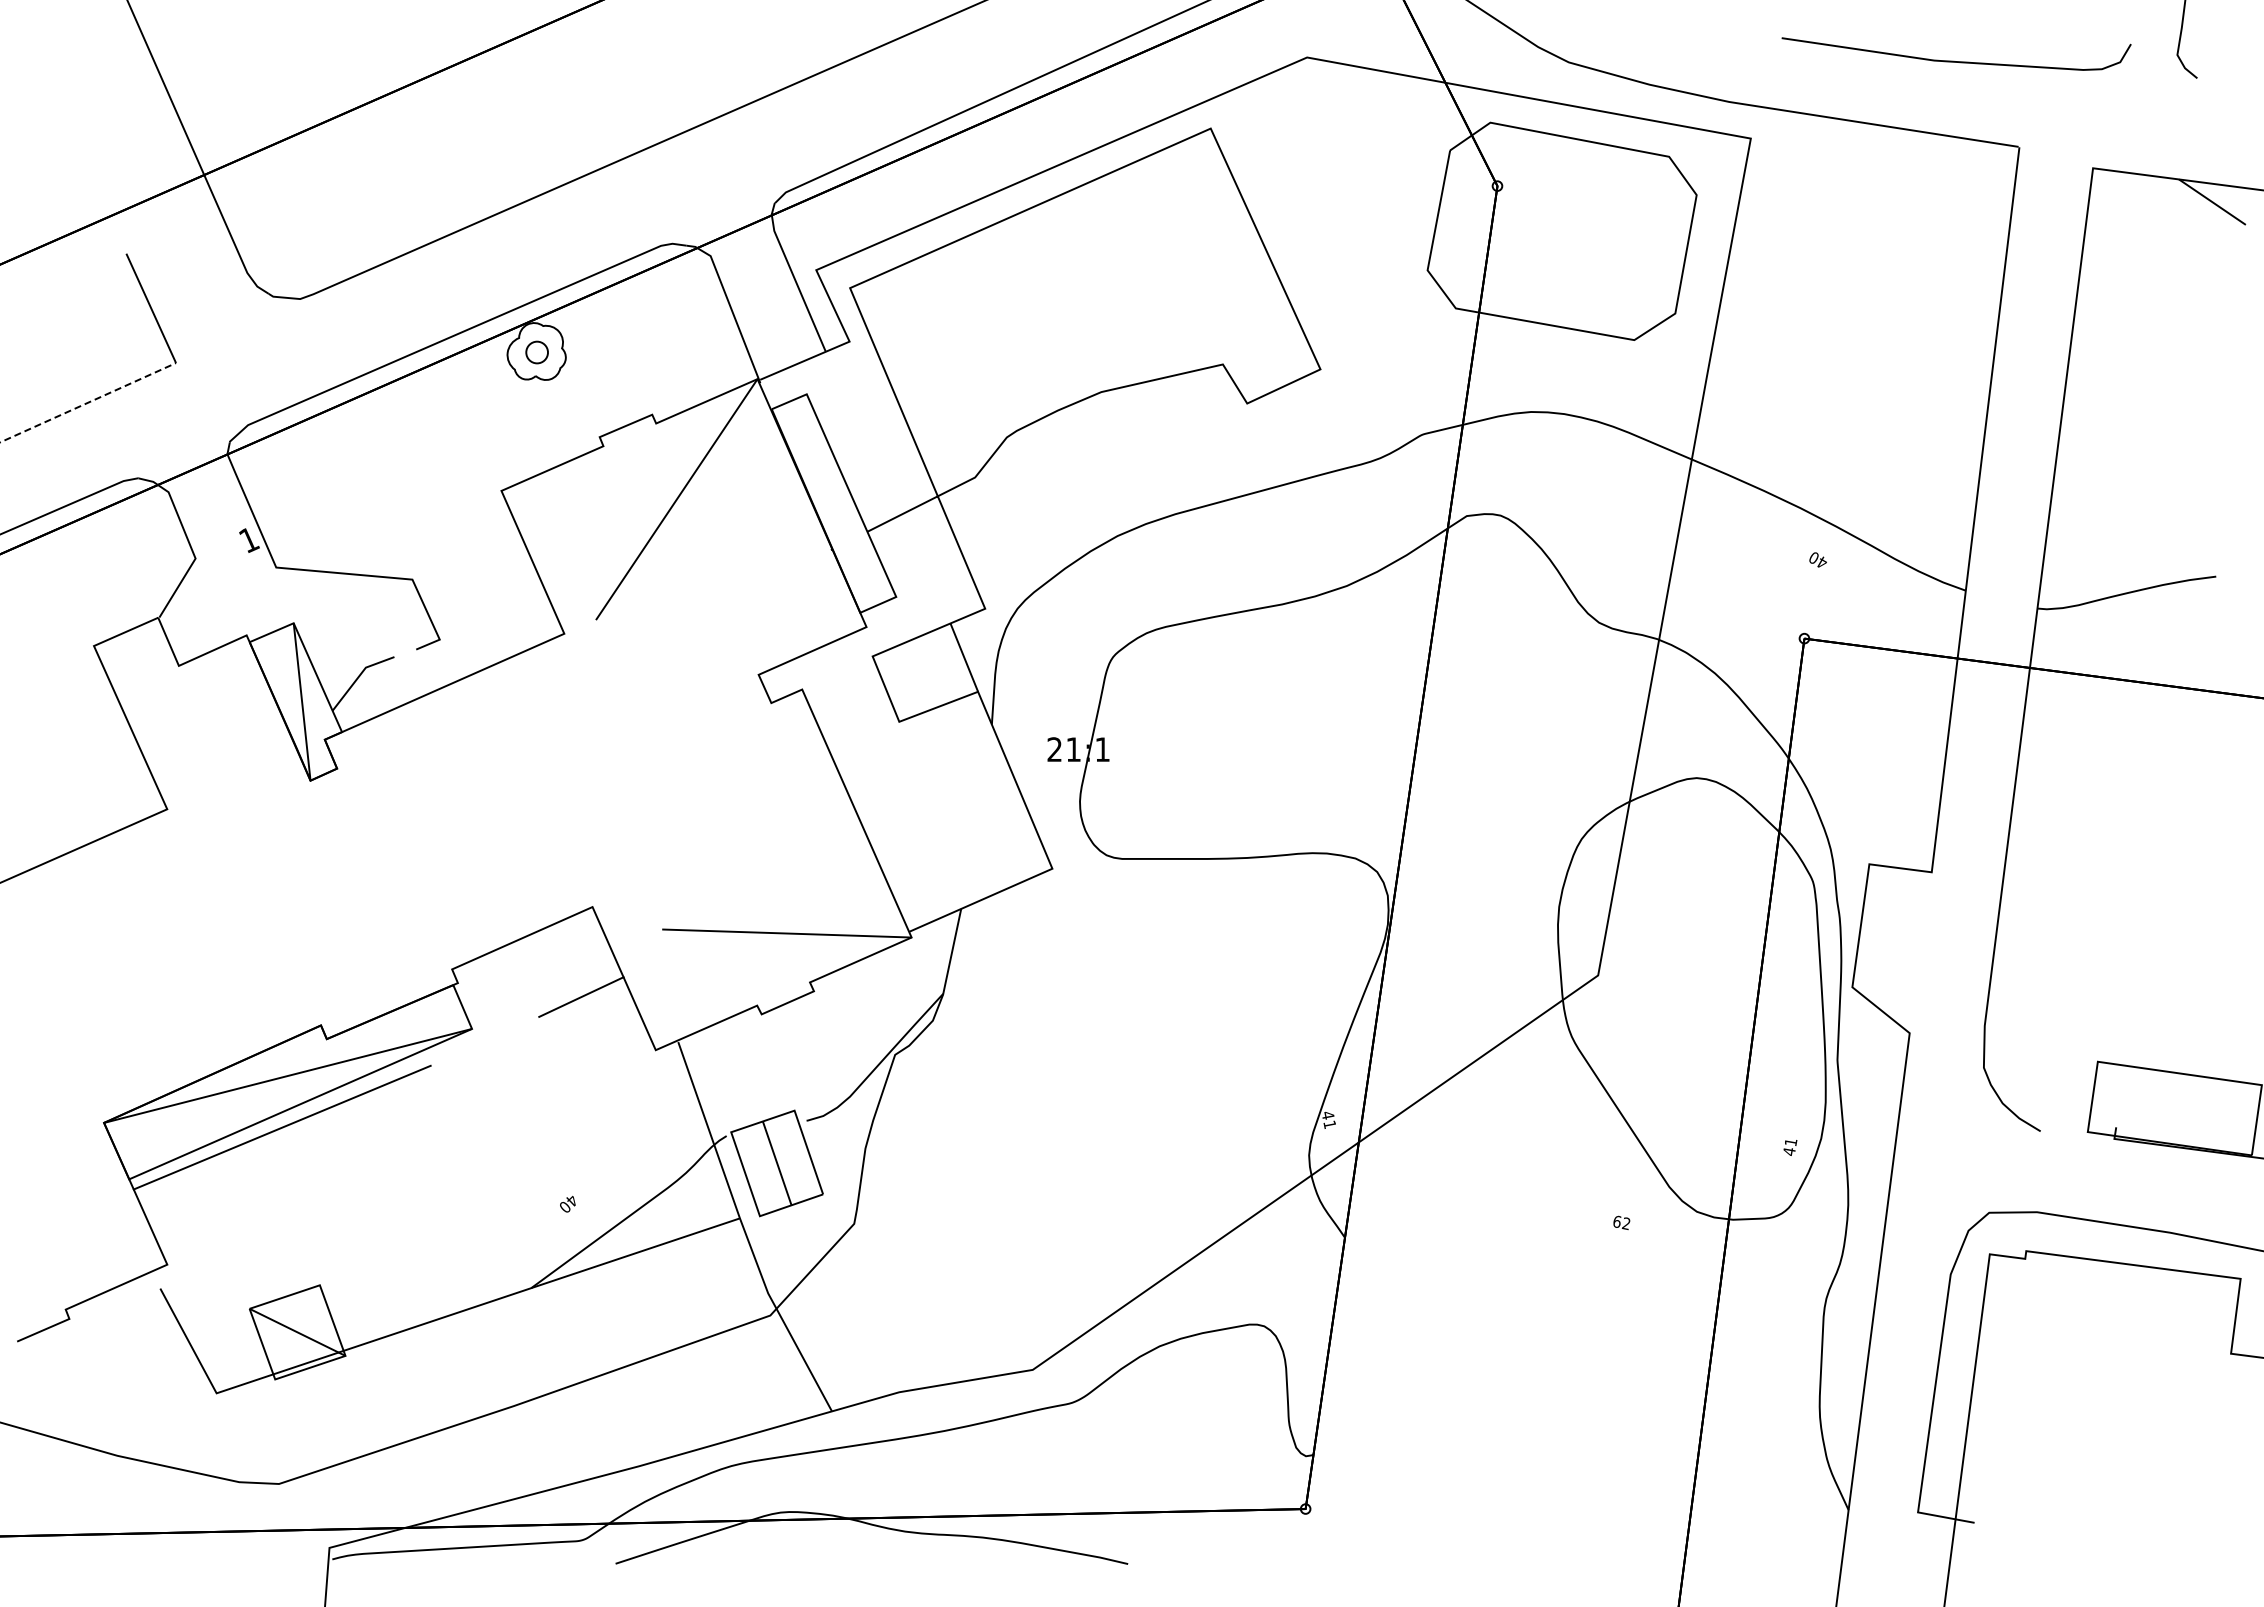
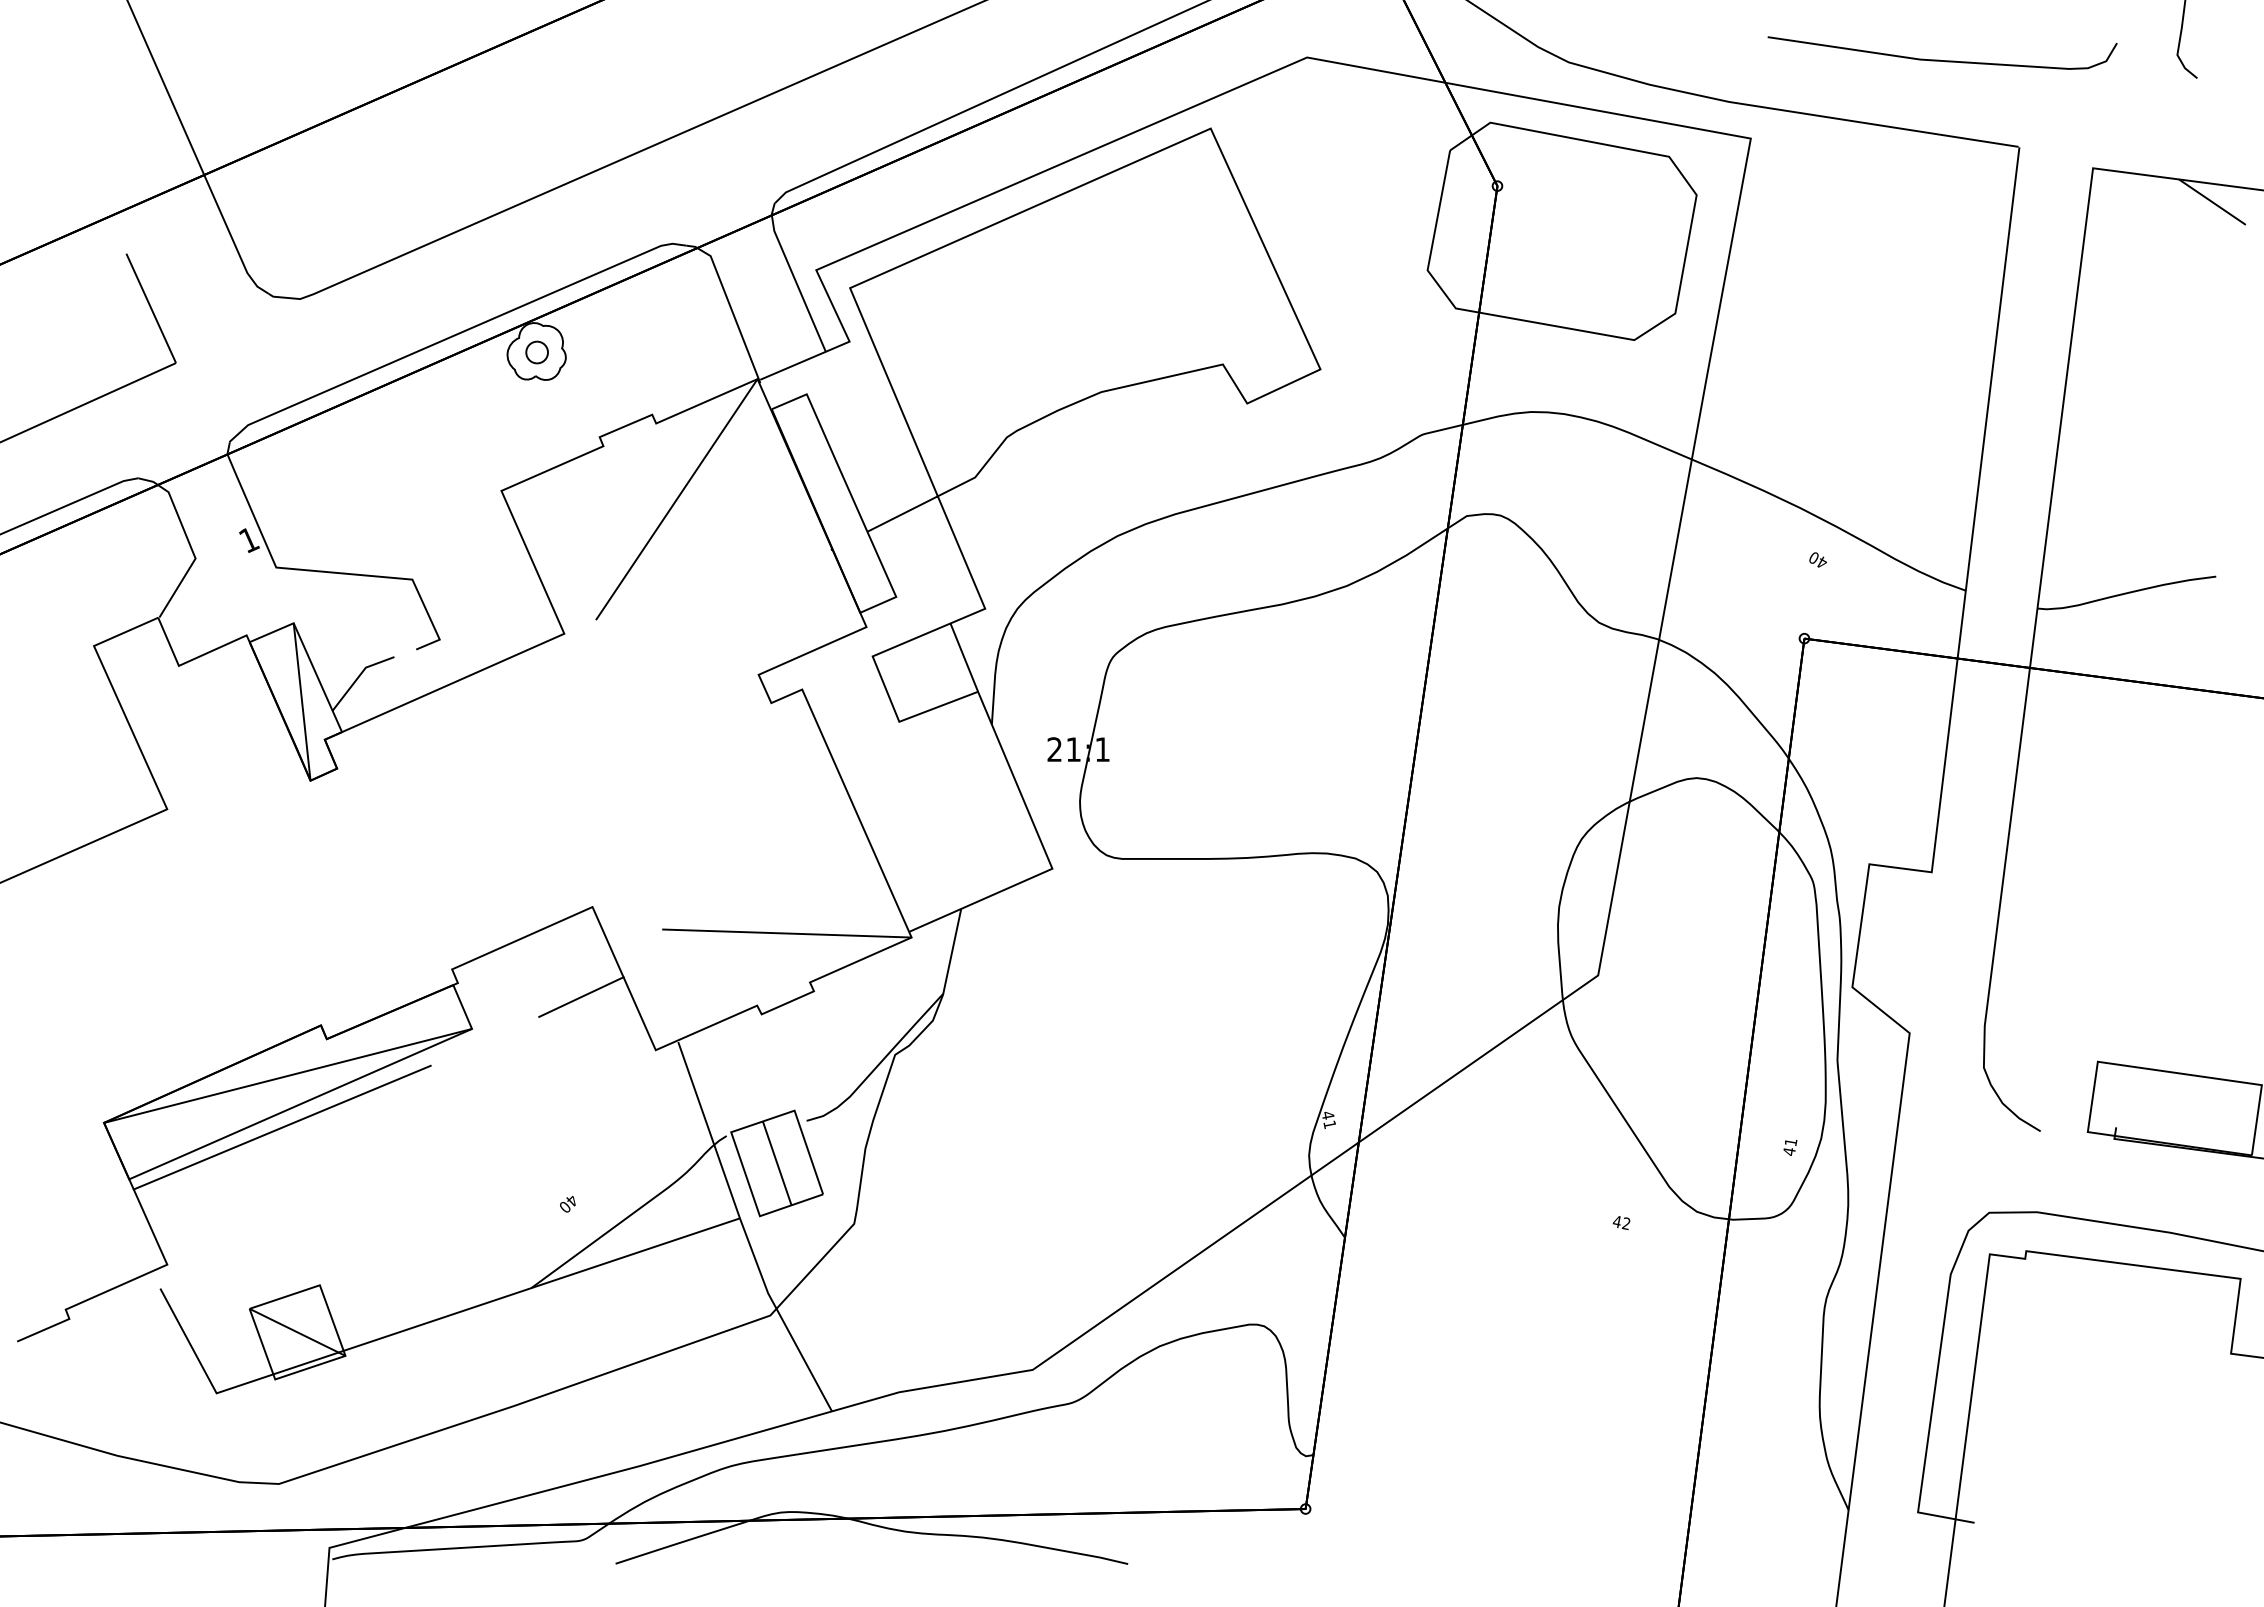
curve at (1953, 60) position: (1953, 60) -> (1939, 59)
line at (88, 402): dashed -> solid
text at (1616, 1221): 62 -> 42
